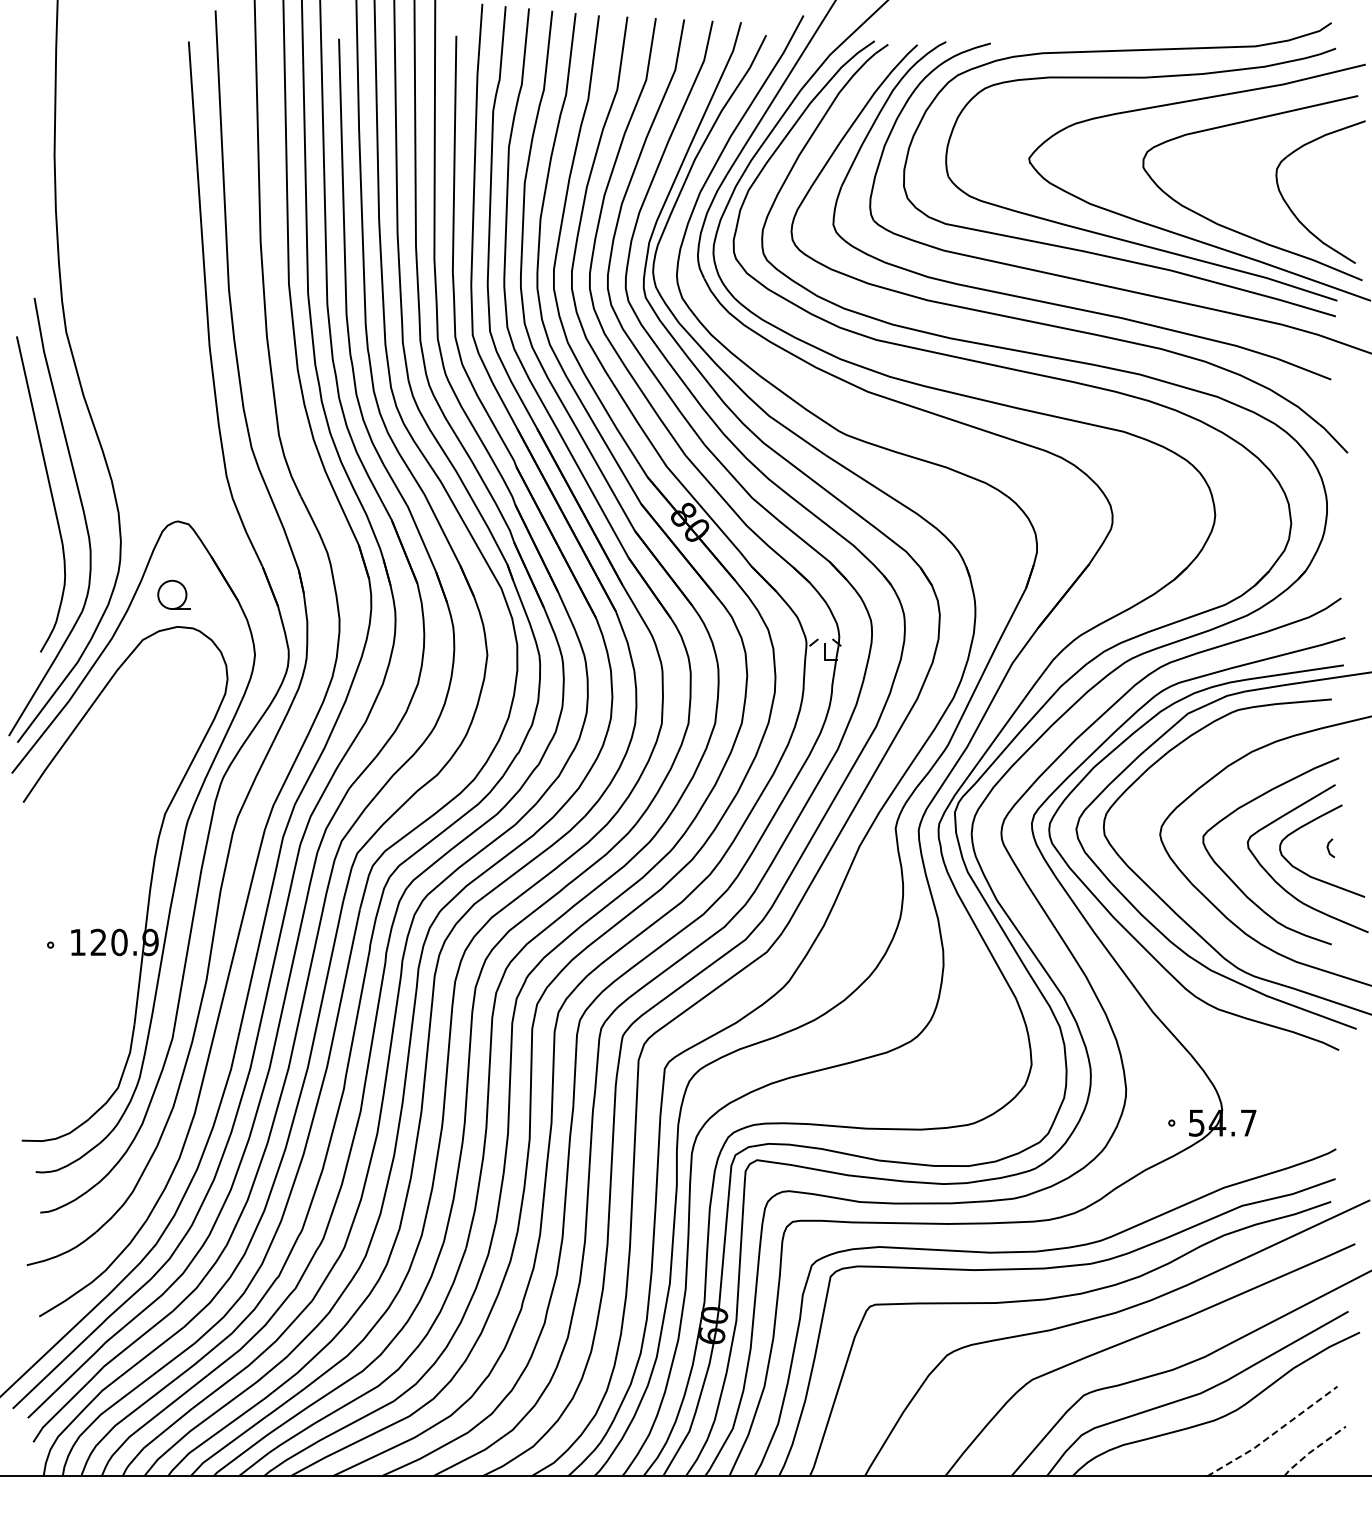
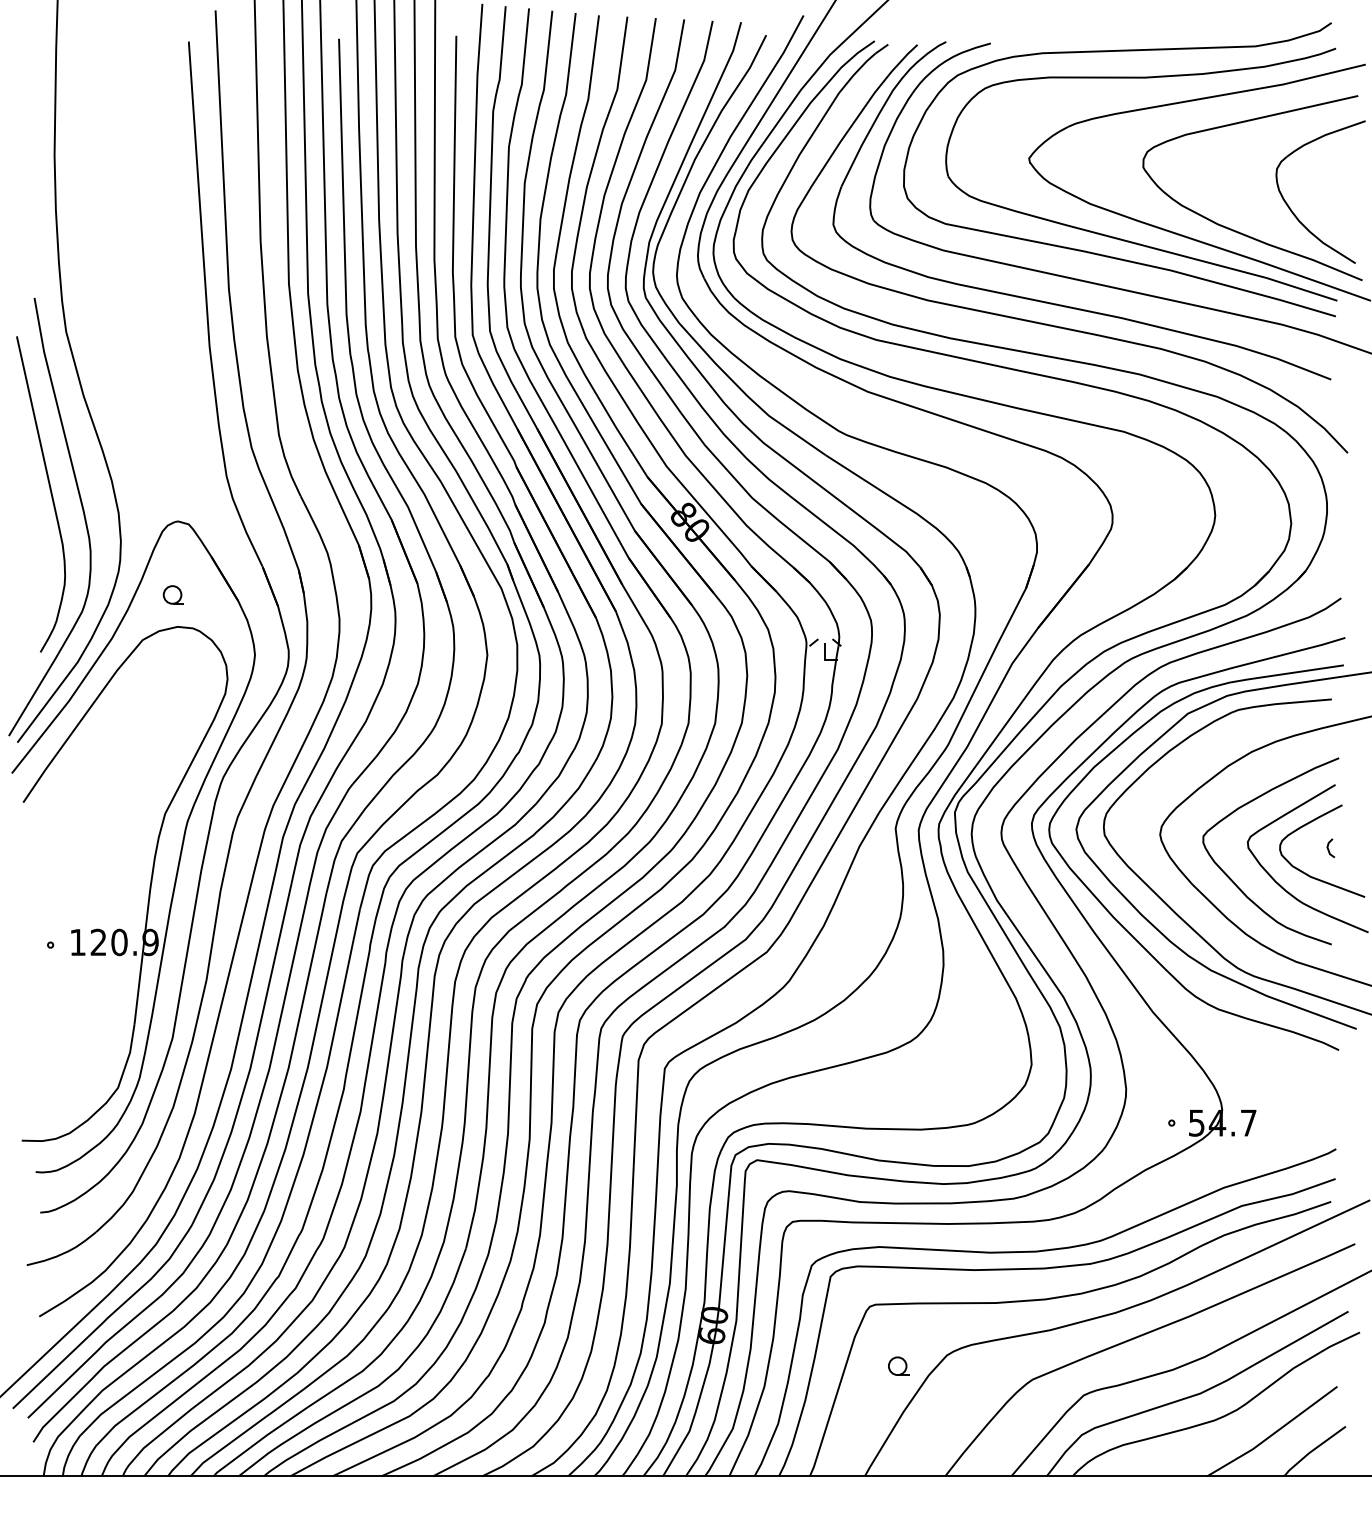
part at (173, 594) size: 34x31 px -> 22x20 px
part at (898, 1365): none -> present
line at (1273, 1433): dashed -> solid
line at (1313, 1450): dashed -> solid
